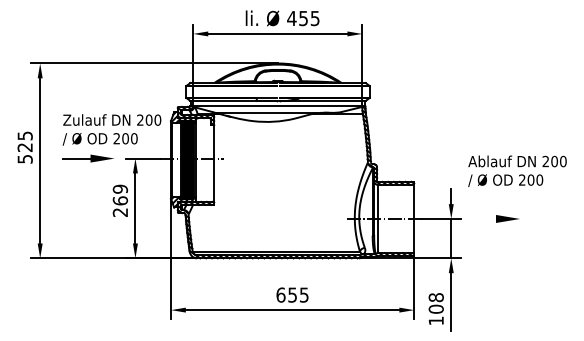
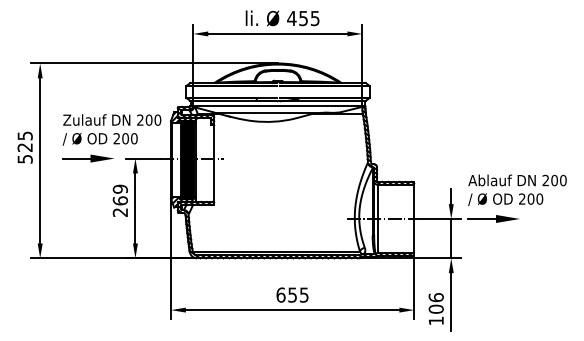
text at (517, 170) position: (517, 170) -> (517, 189)
line at (481, 218): none -> present
text at (435, 297): 108 -> 106
